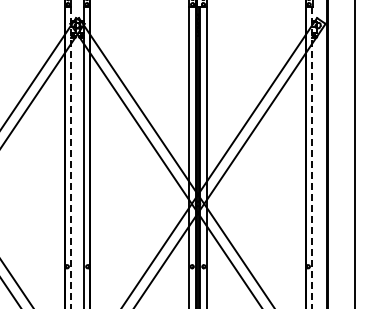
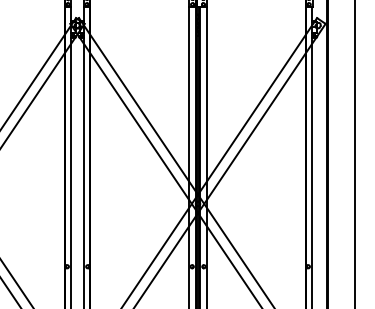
line at (71, 157): dashed -> solid
line at (312, 157): dashed -> solid
